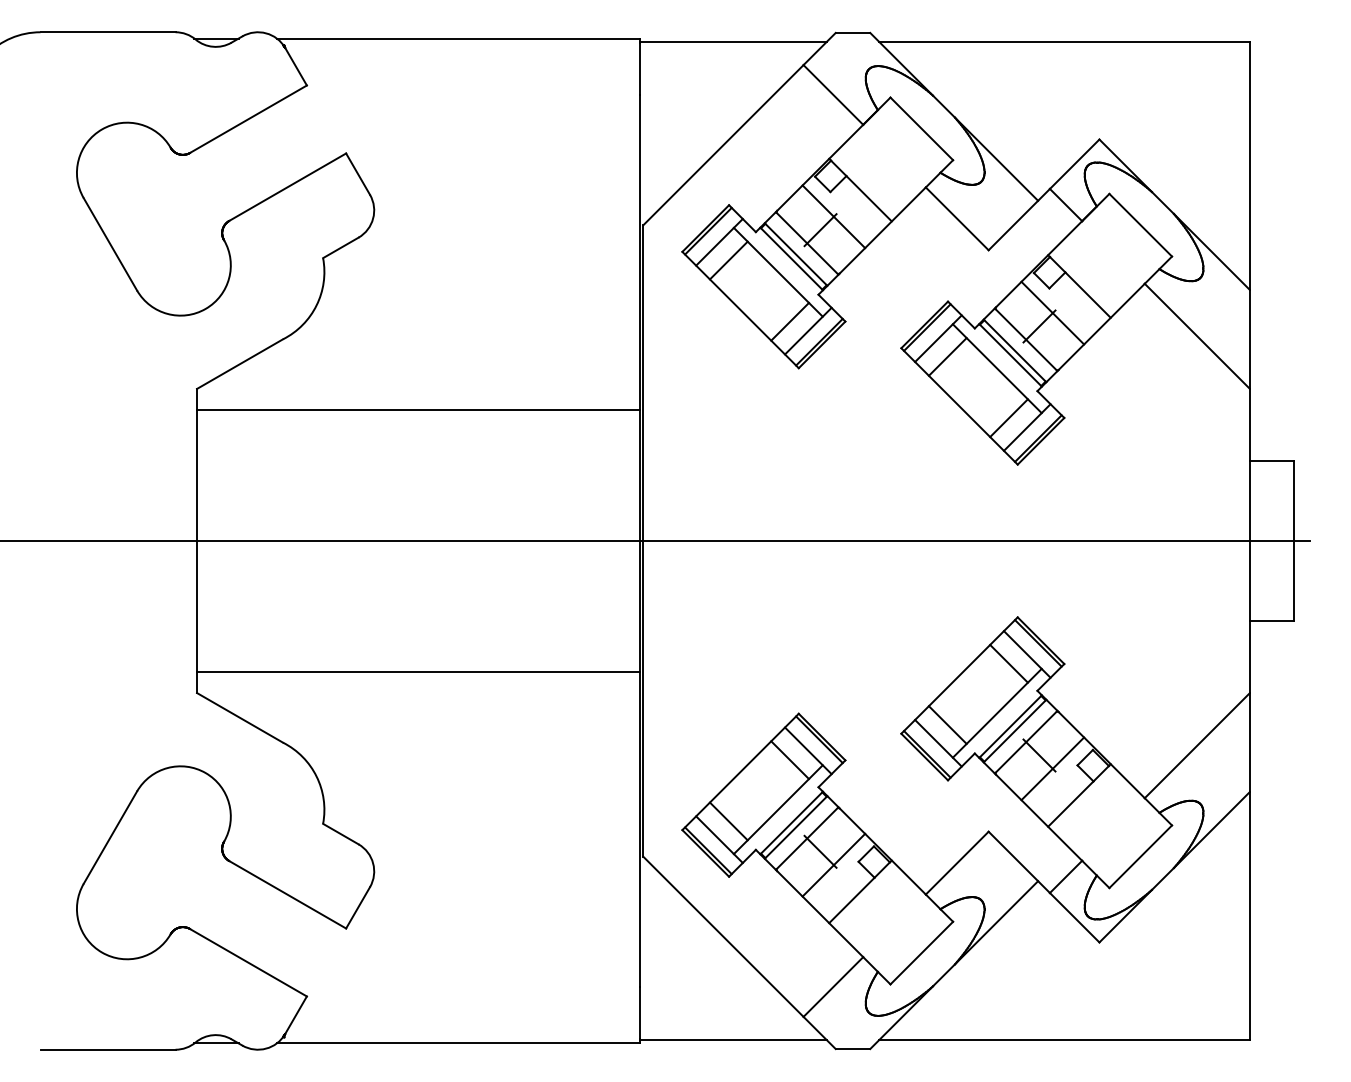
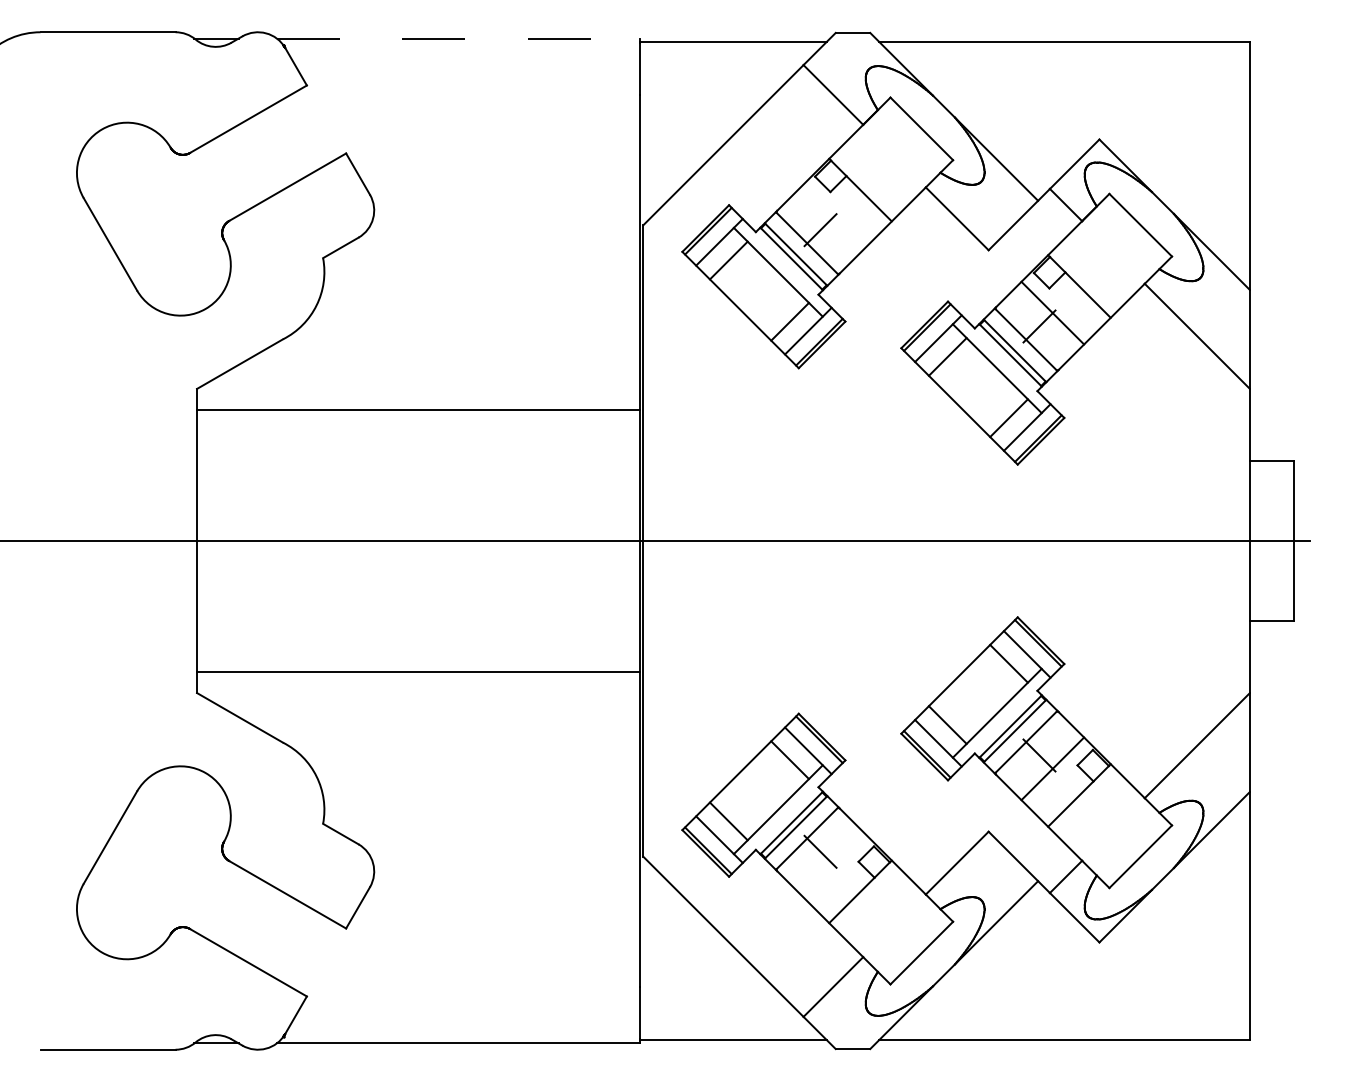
line at (458, 38): solid -> dashed
line at (833, 216): present -> none
line at (833, 864): present -> none
